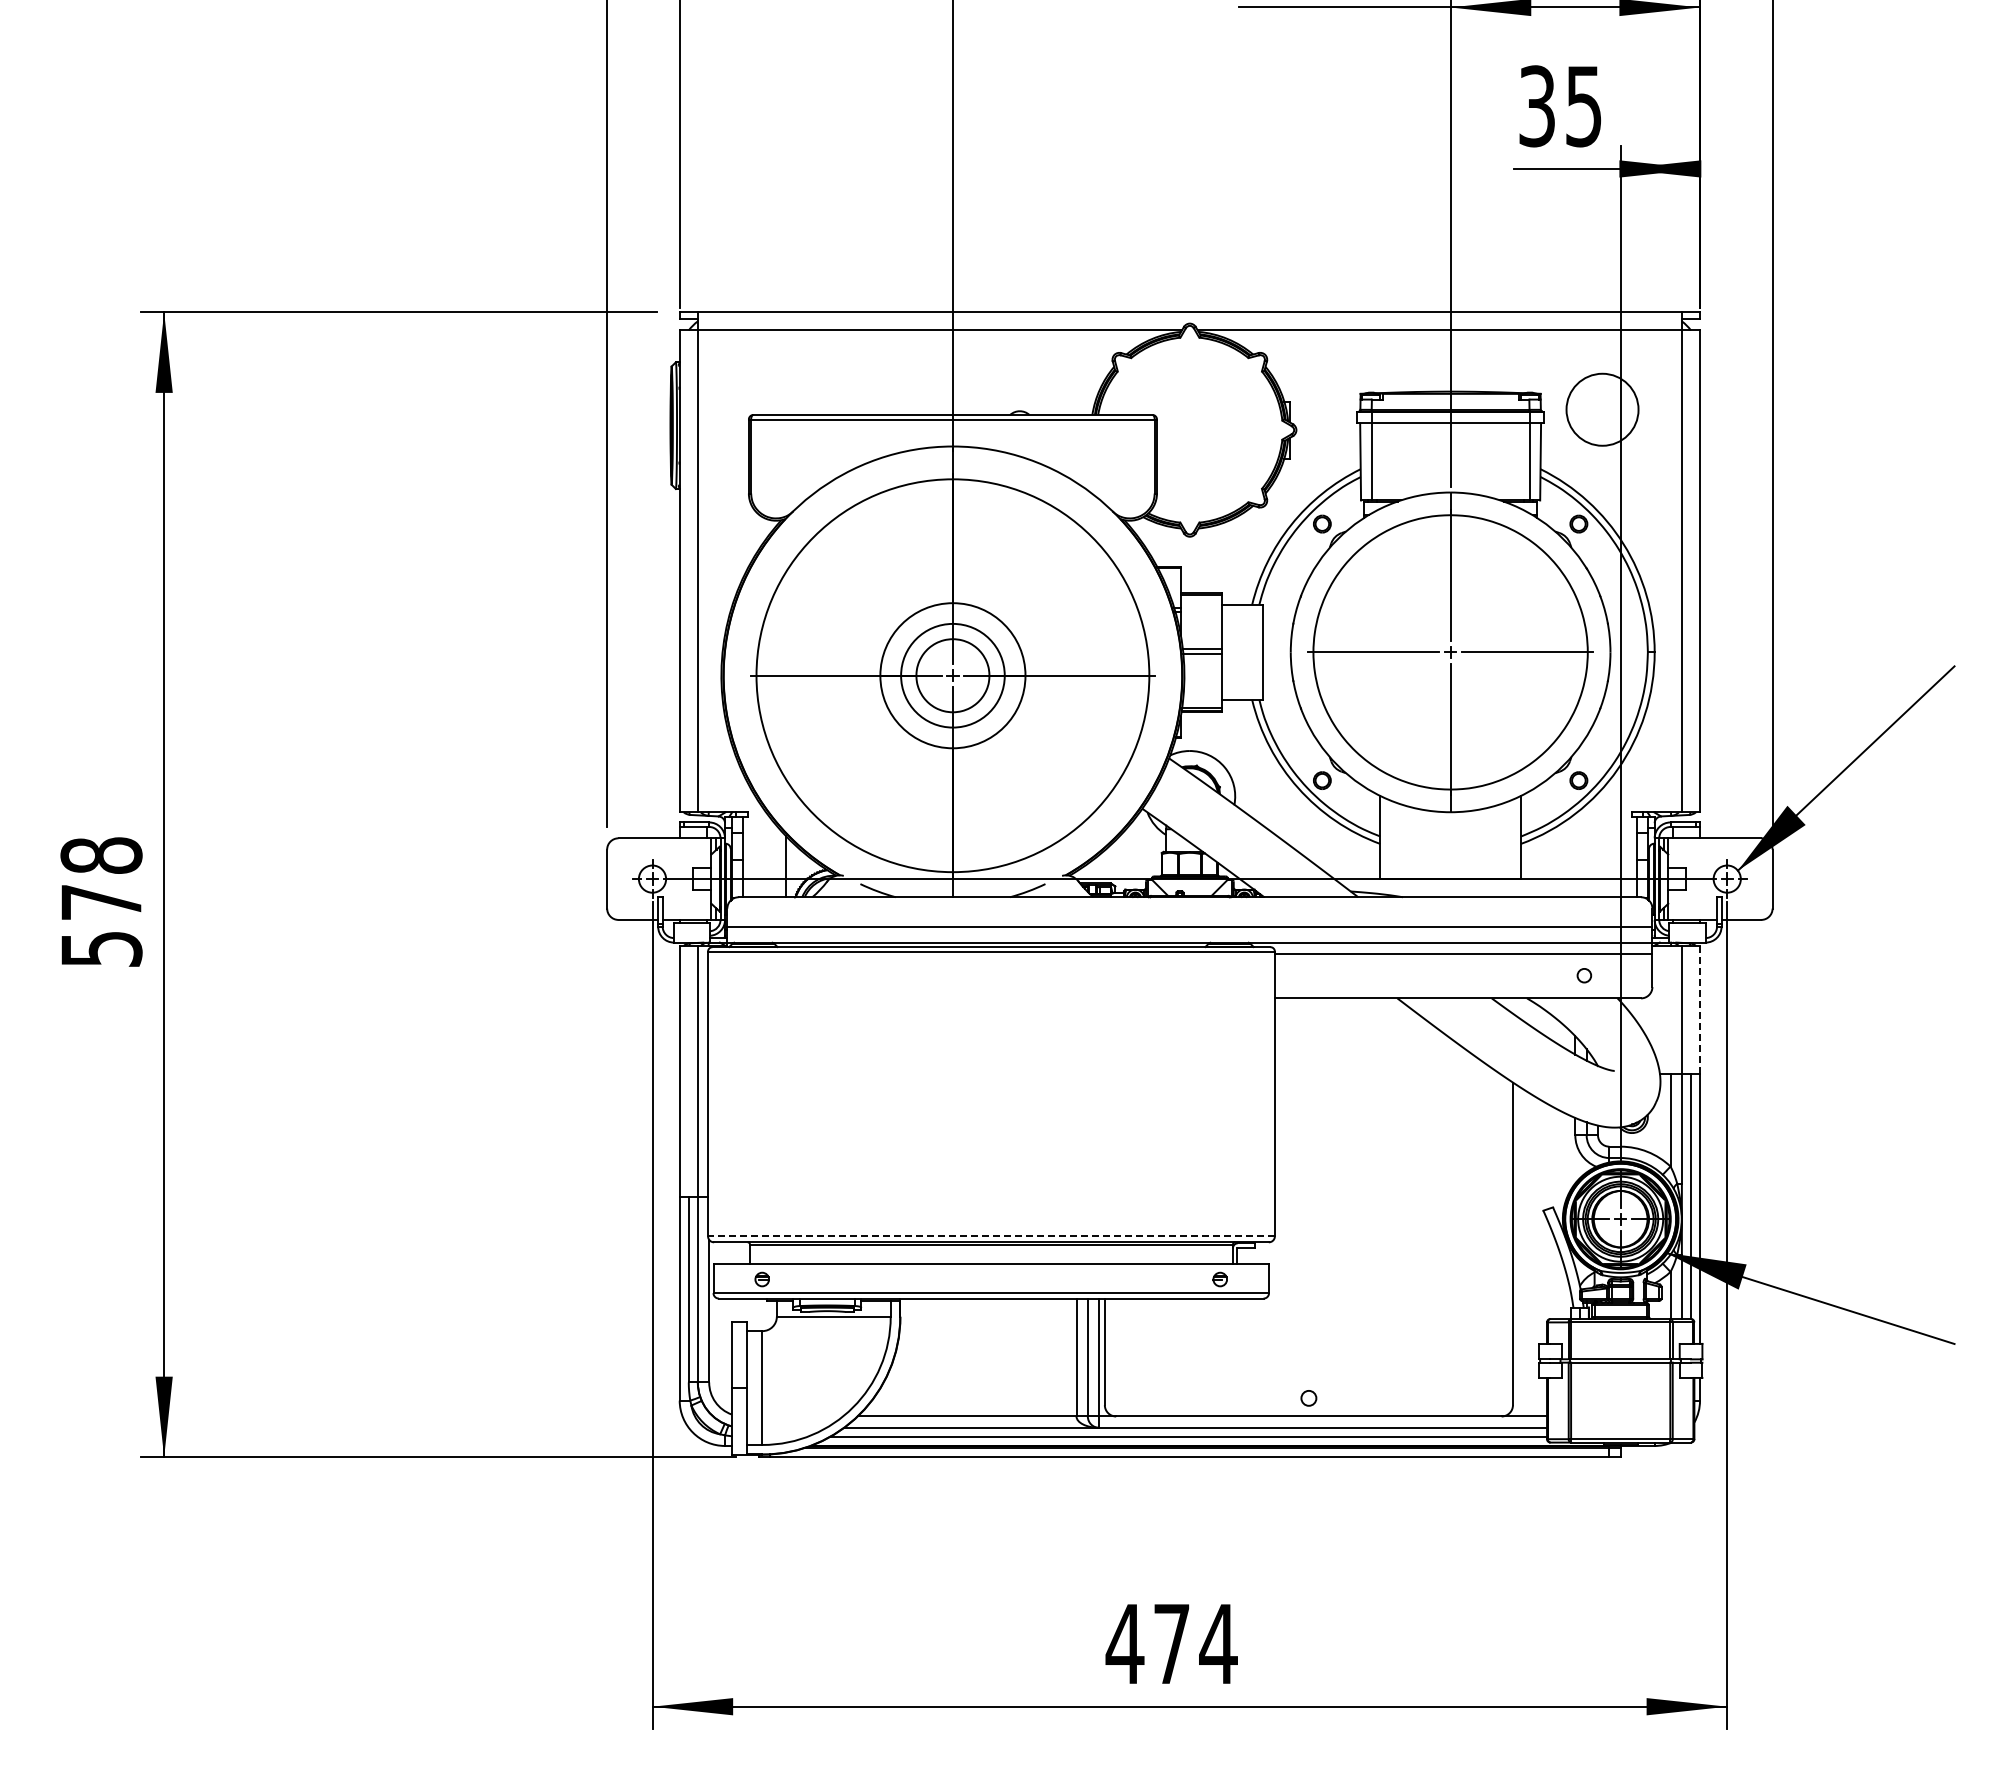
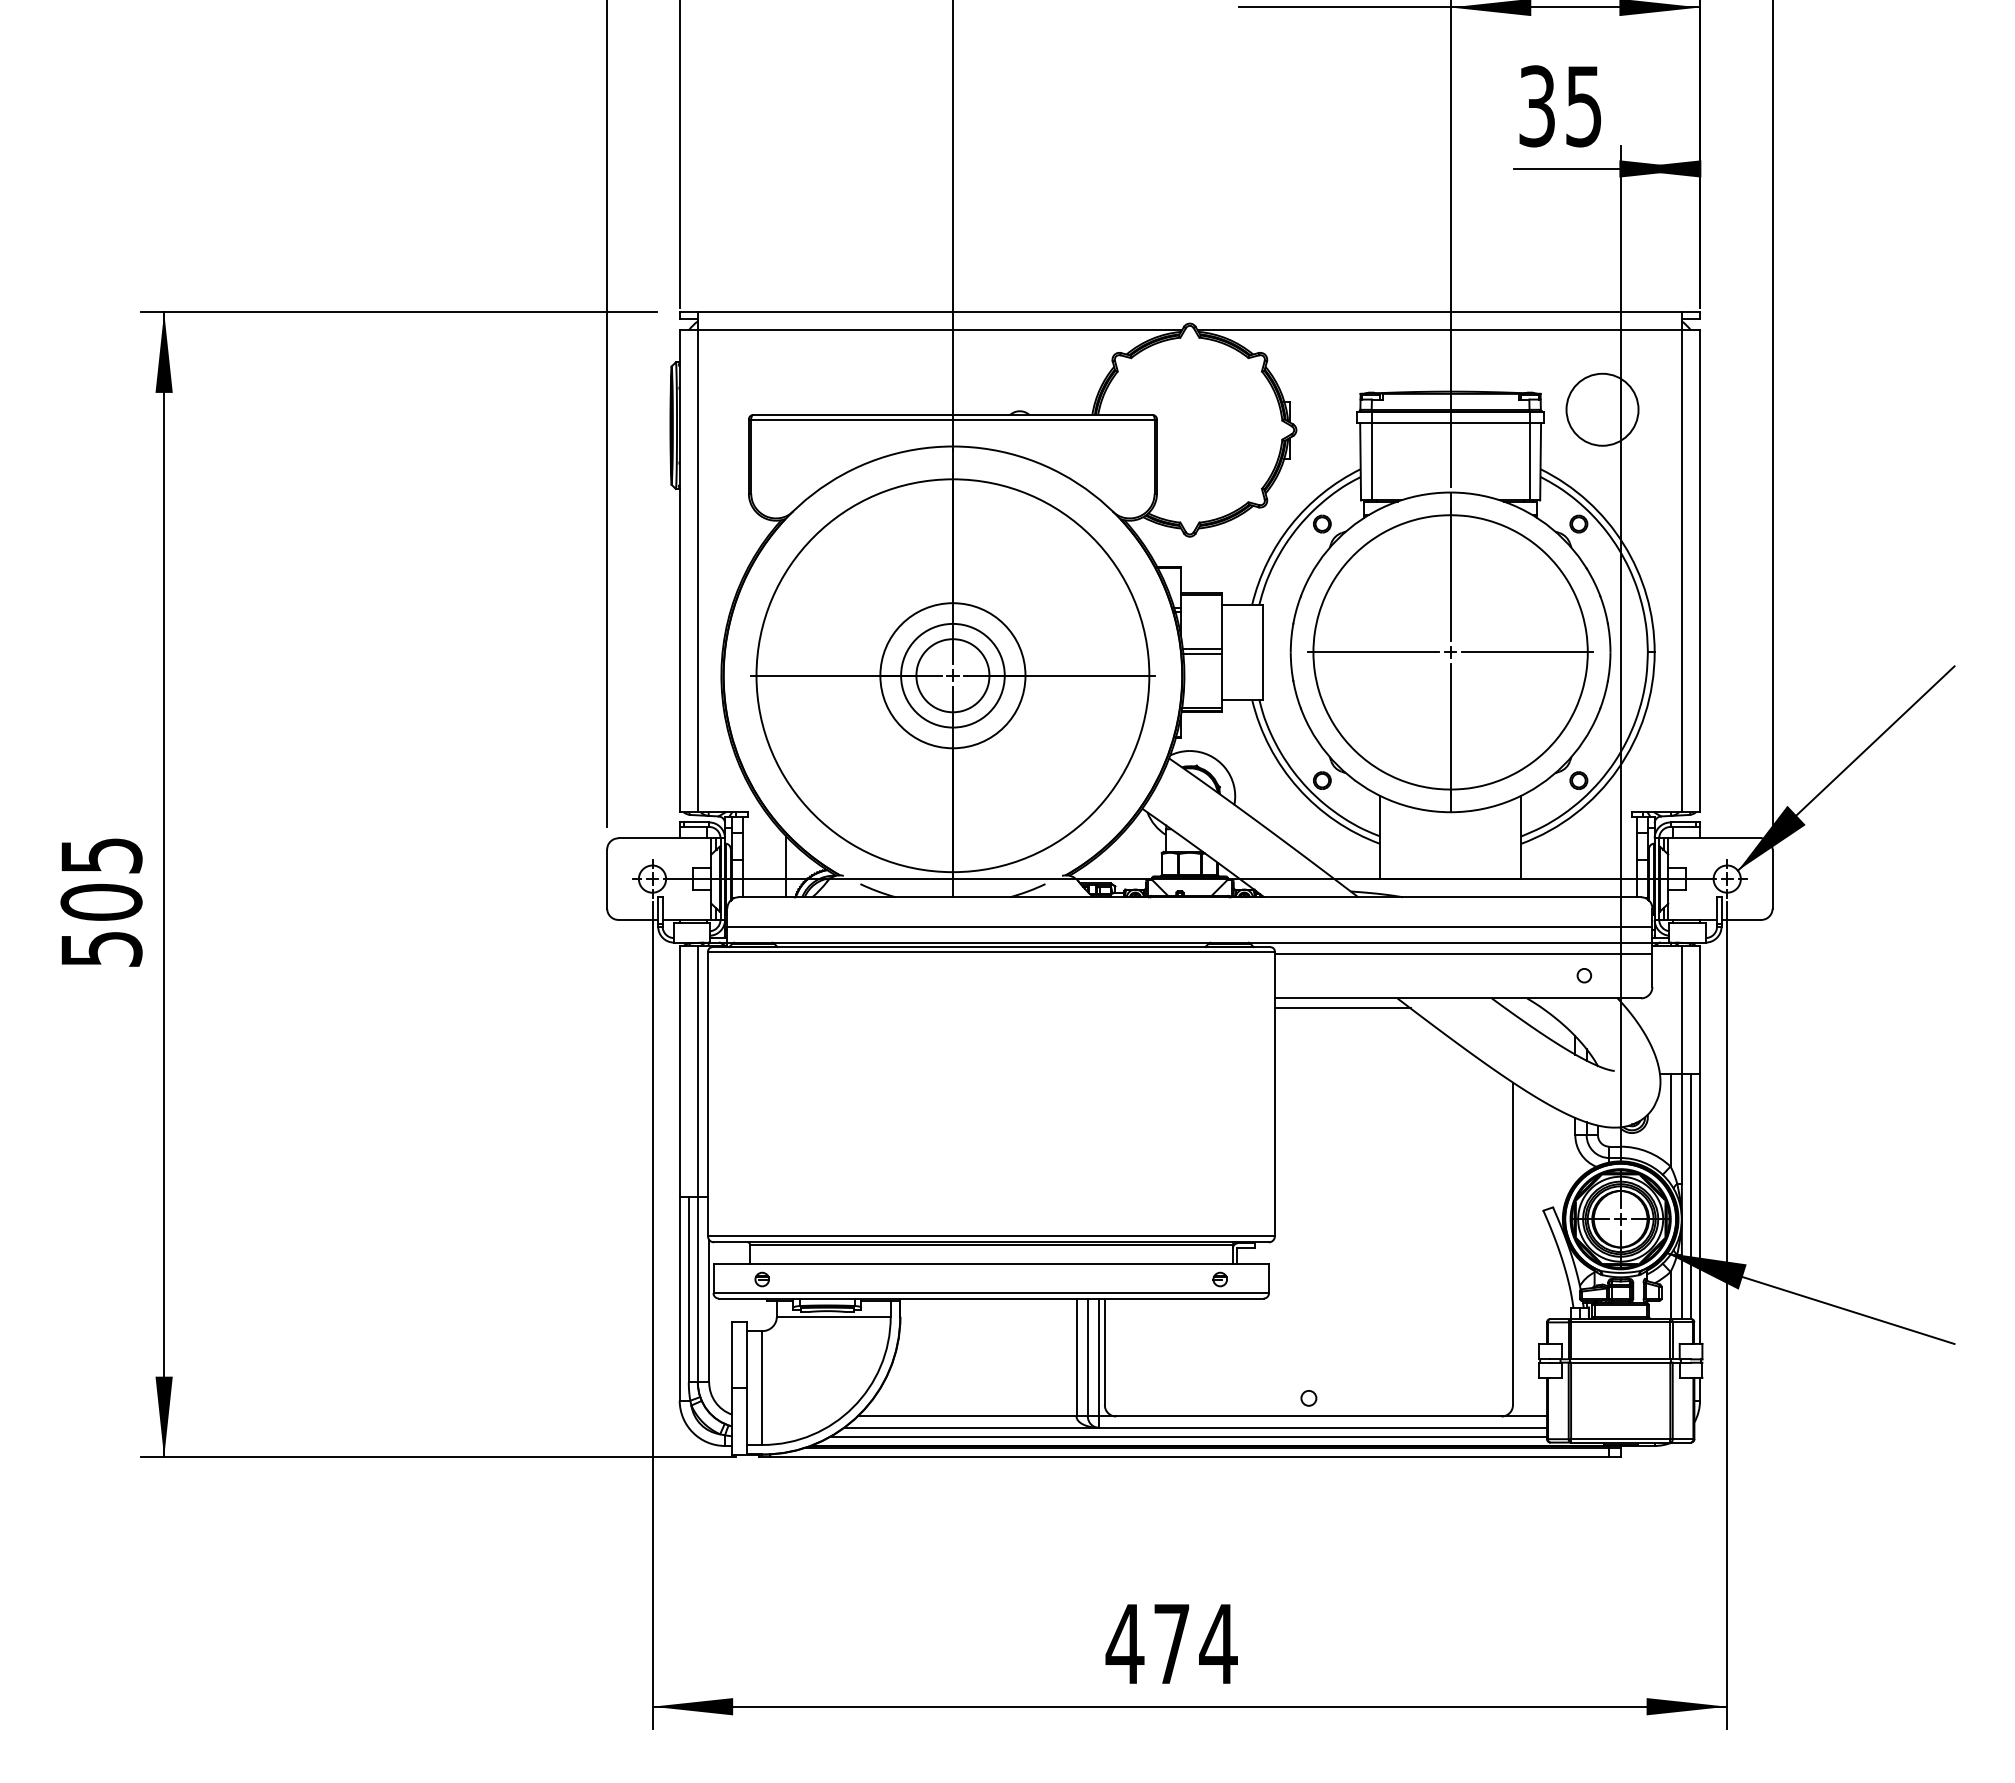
text at (101, 878): 578 -> 505
line at (1342, 1008): none -> present
line at (1700, 1009): dashed -> solid
line at (990, 1236): dashed -> solid
